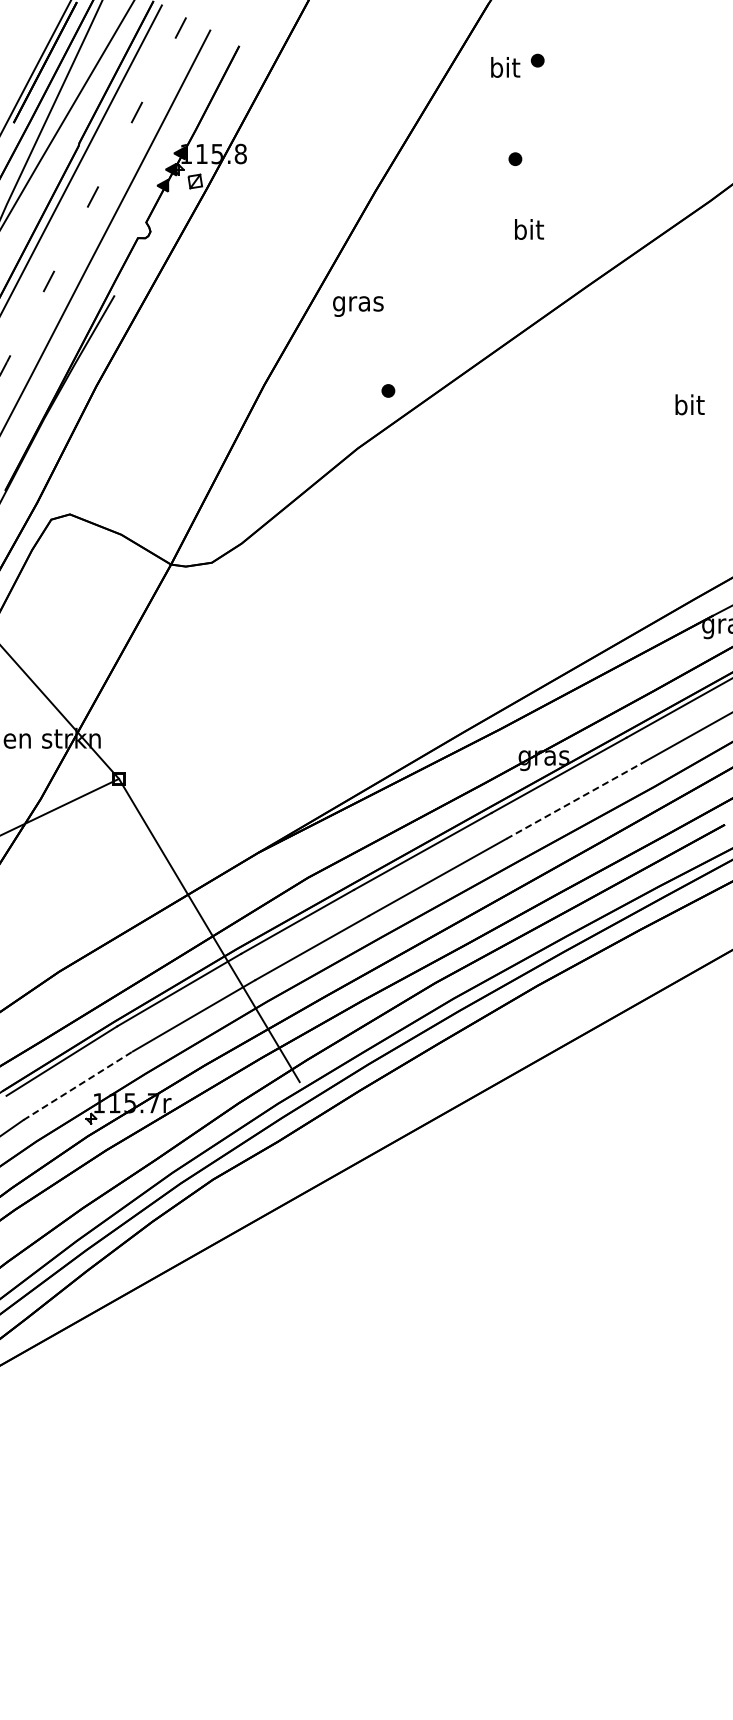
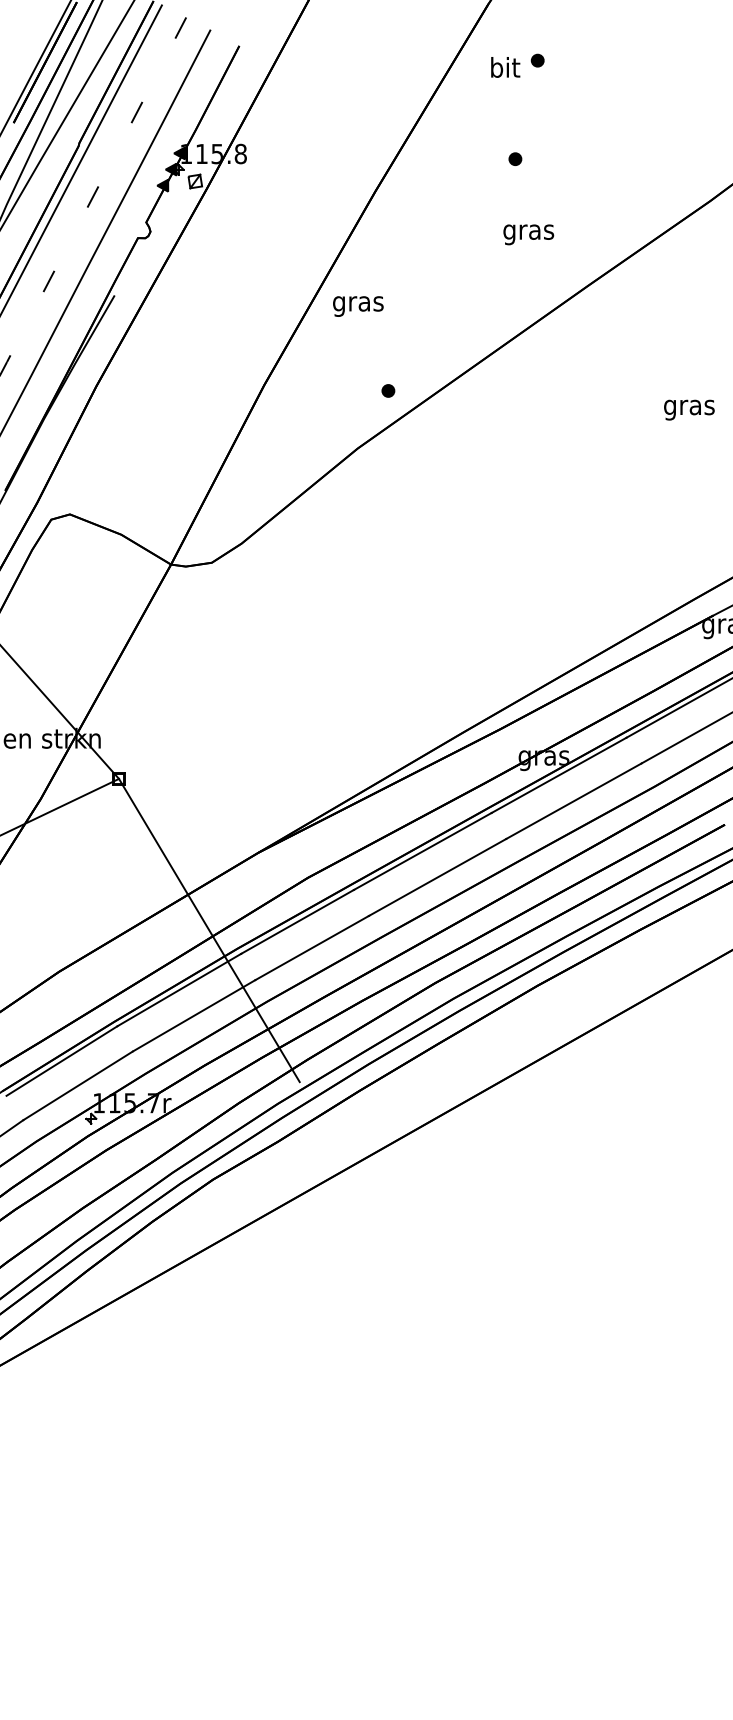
text at (528, 232): bit -> gras
text at (689, 407): bit -> gras
line at (573, 801): dashed -> solid
line at (78, 1085): dashed -> solid
